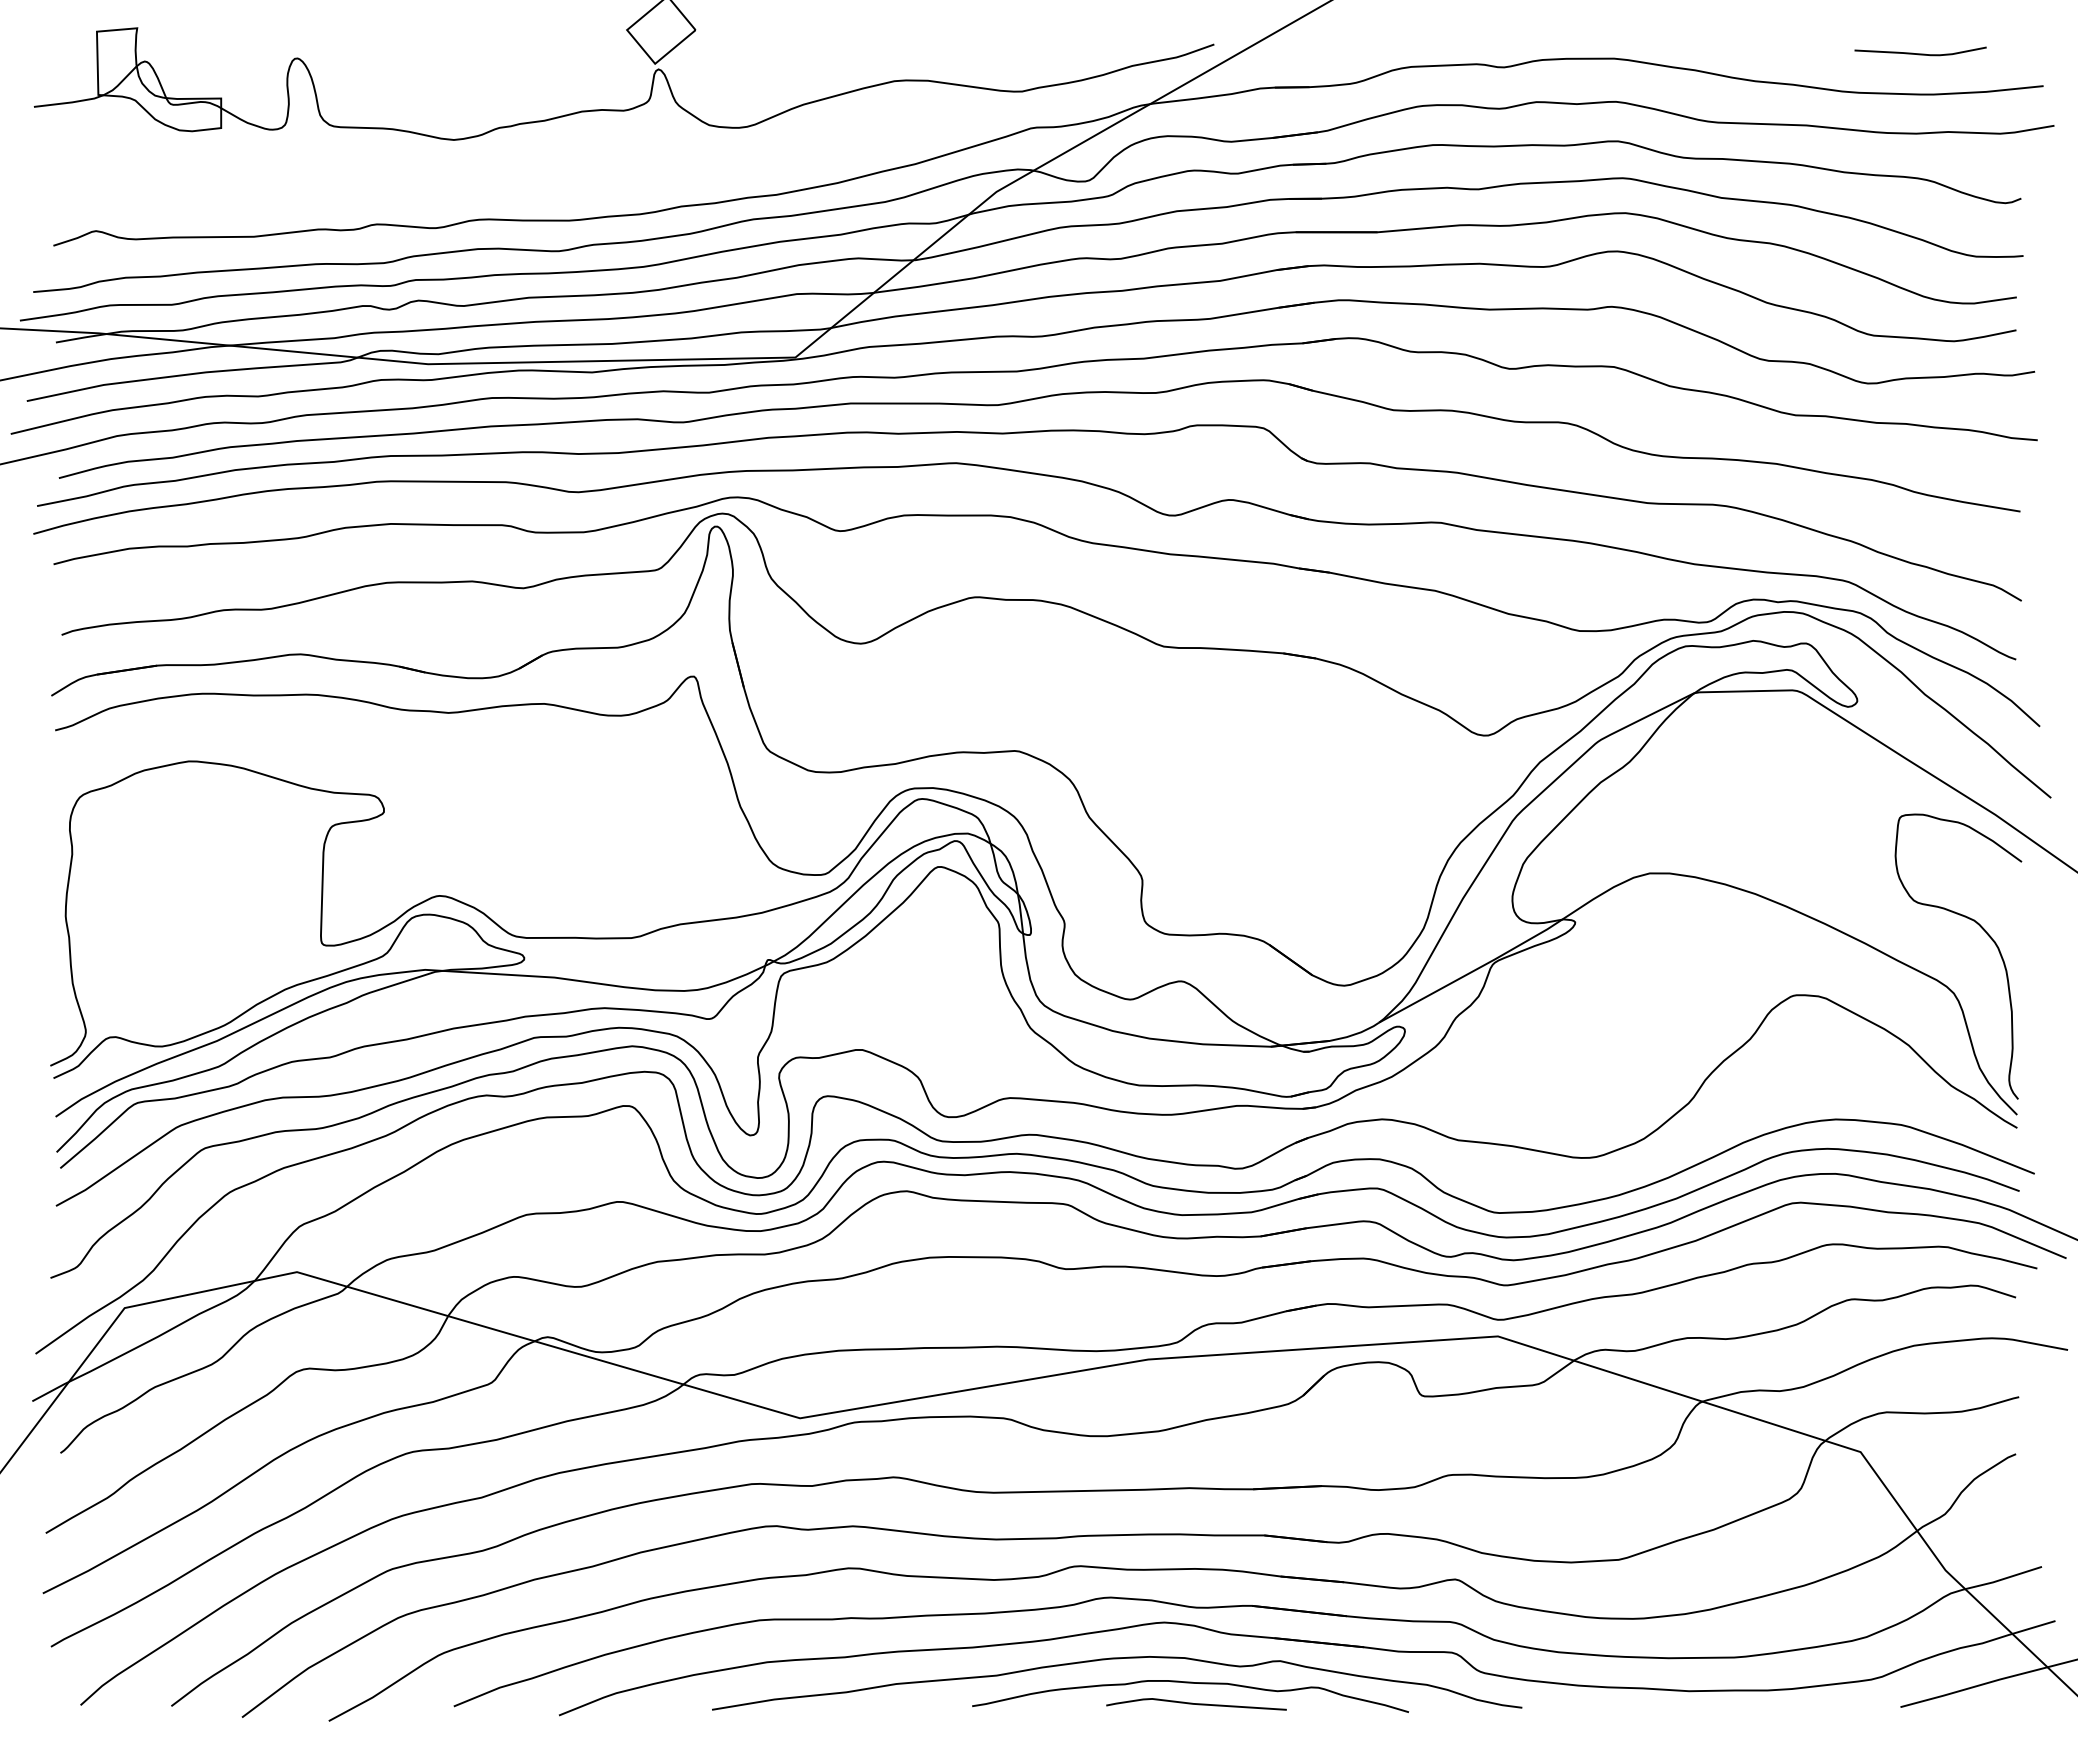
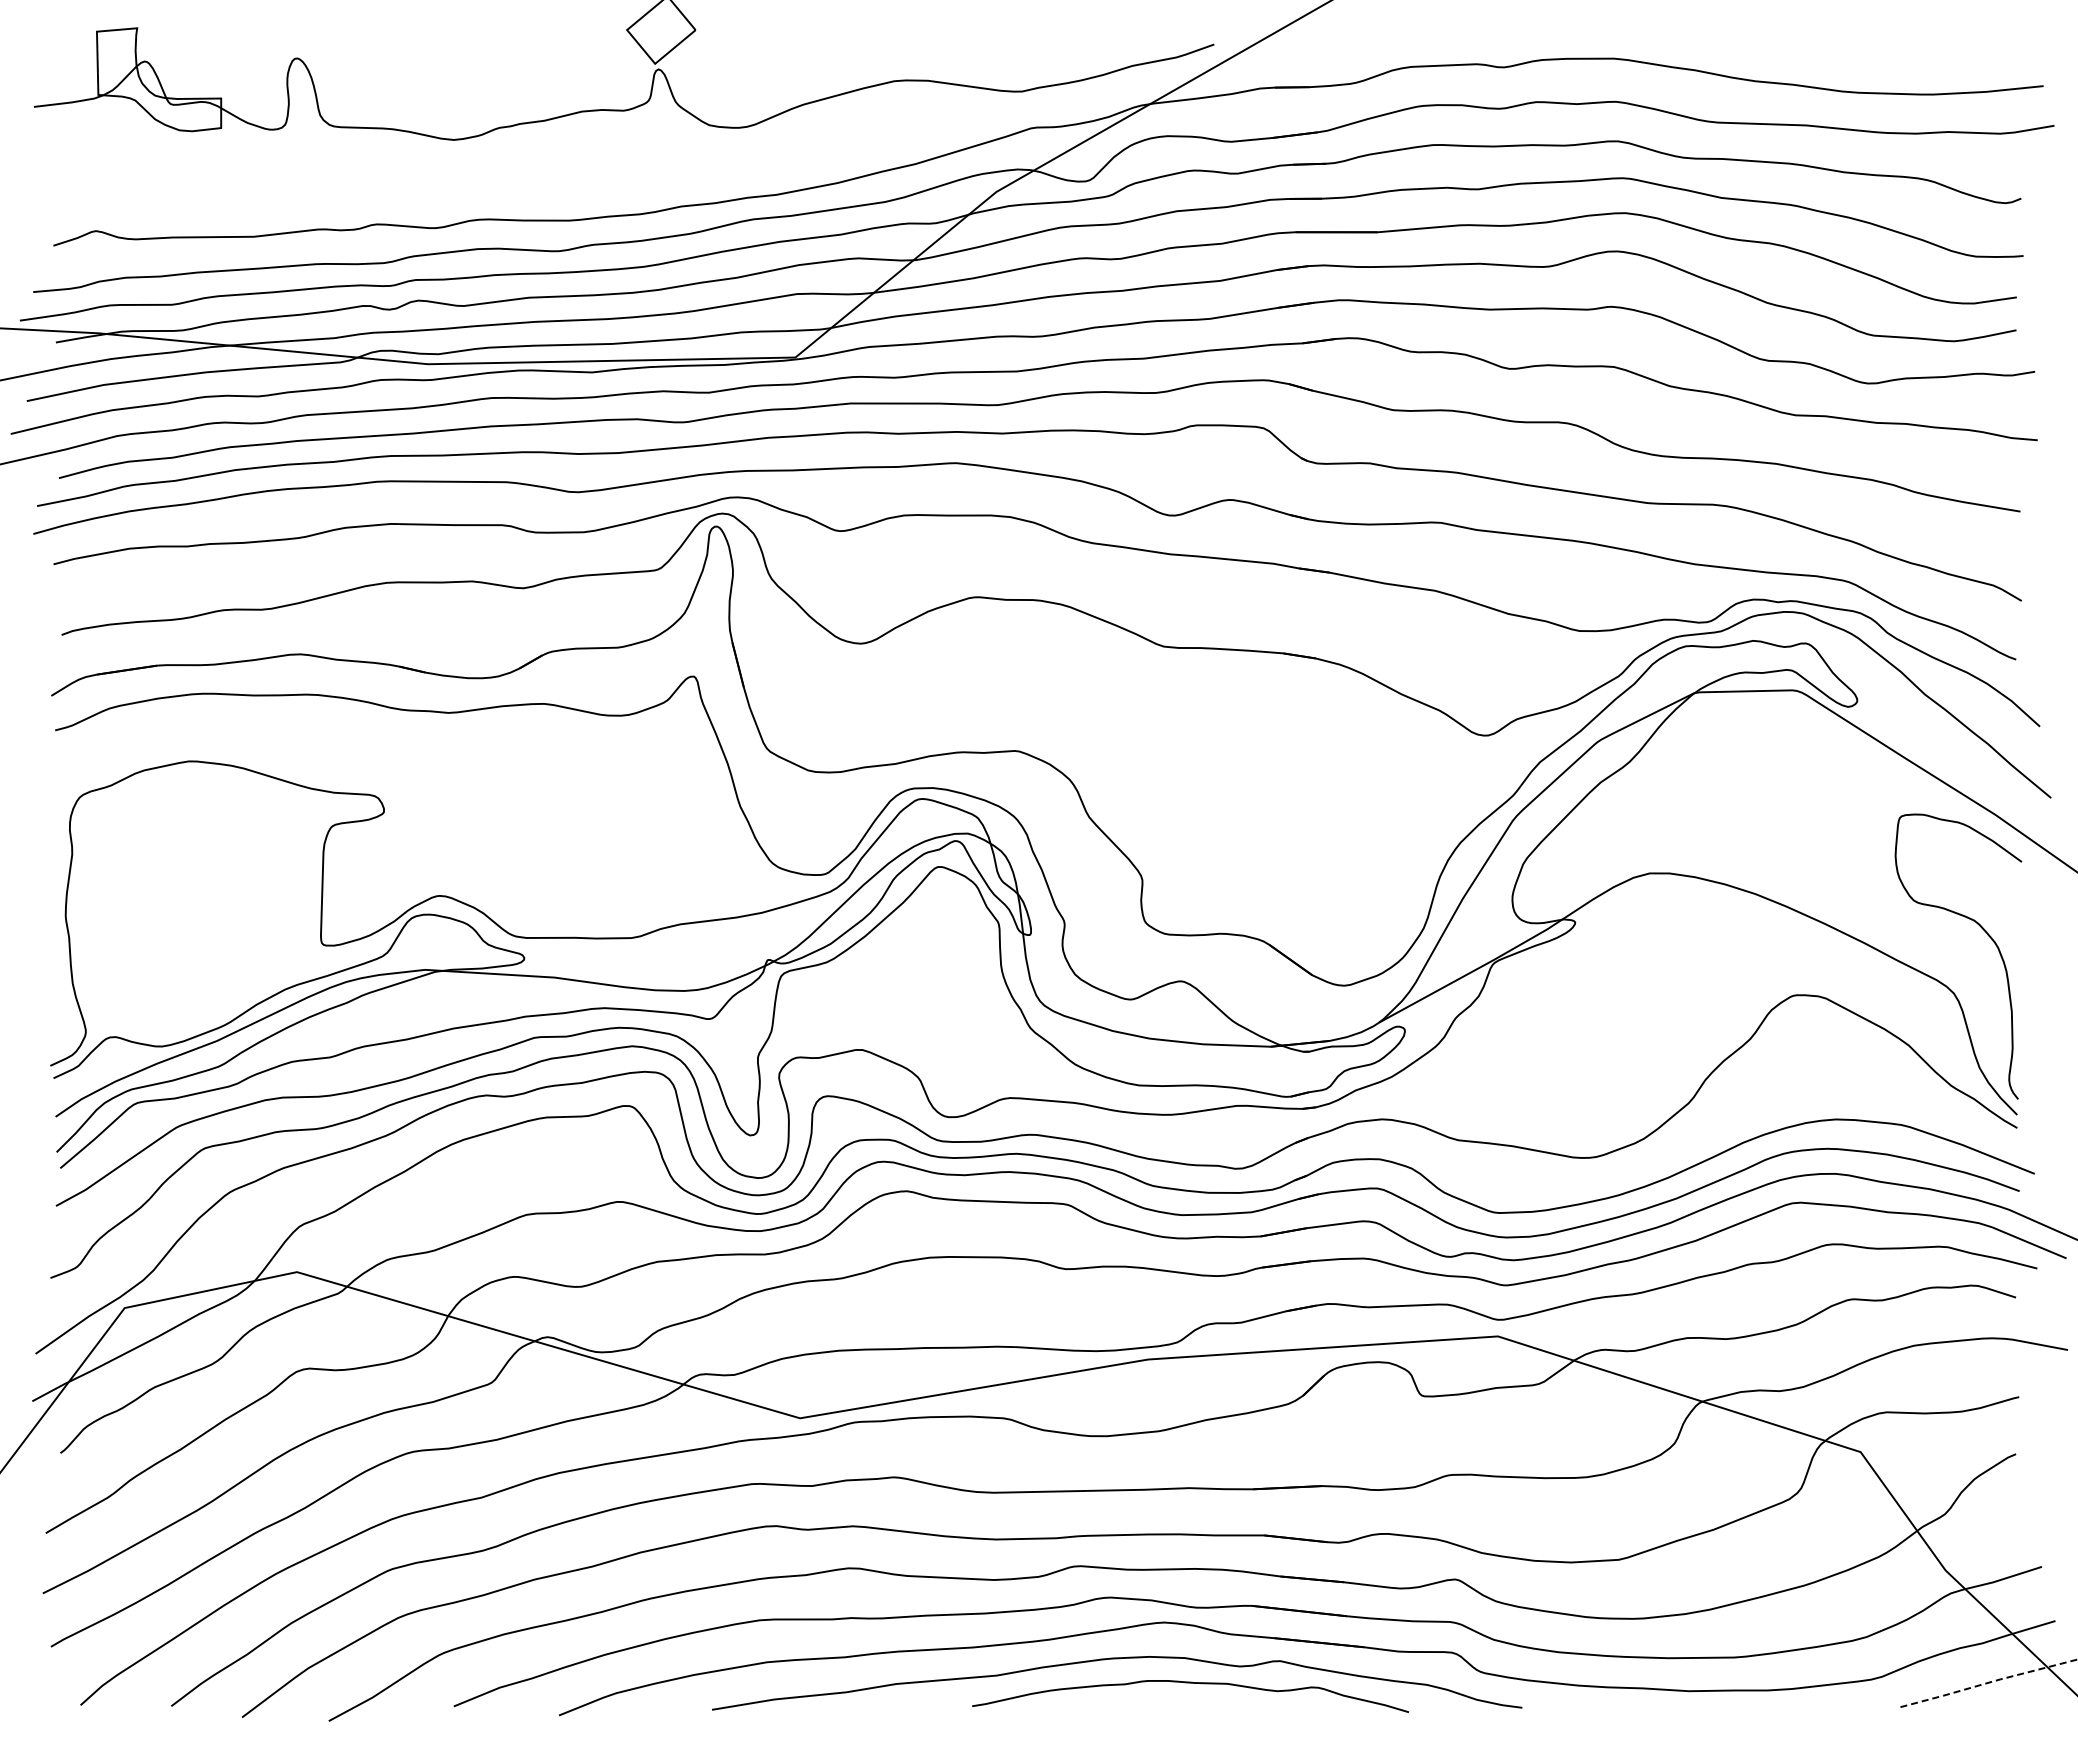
curve at (1920, 53): present -> none
line at (1988, 1682): solid -> dashed
curve at (1196, 1704): present -> none
